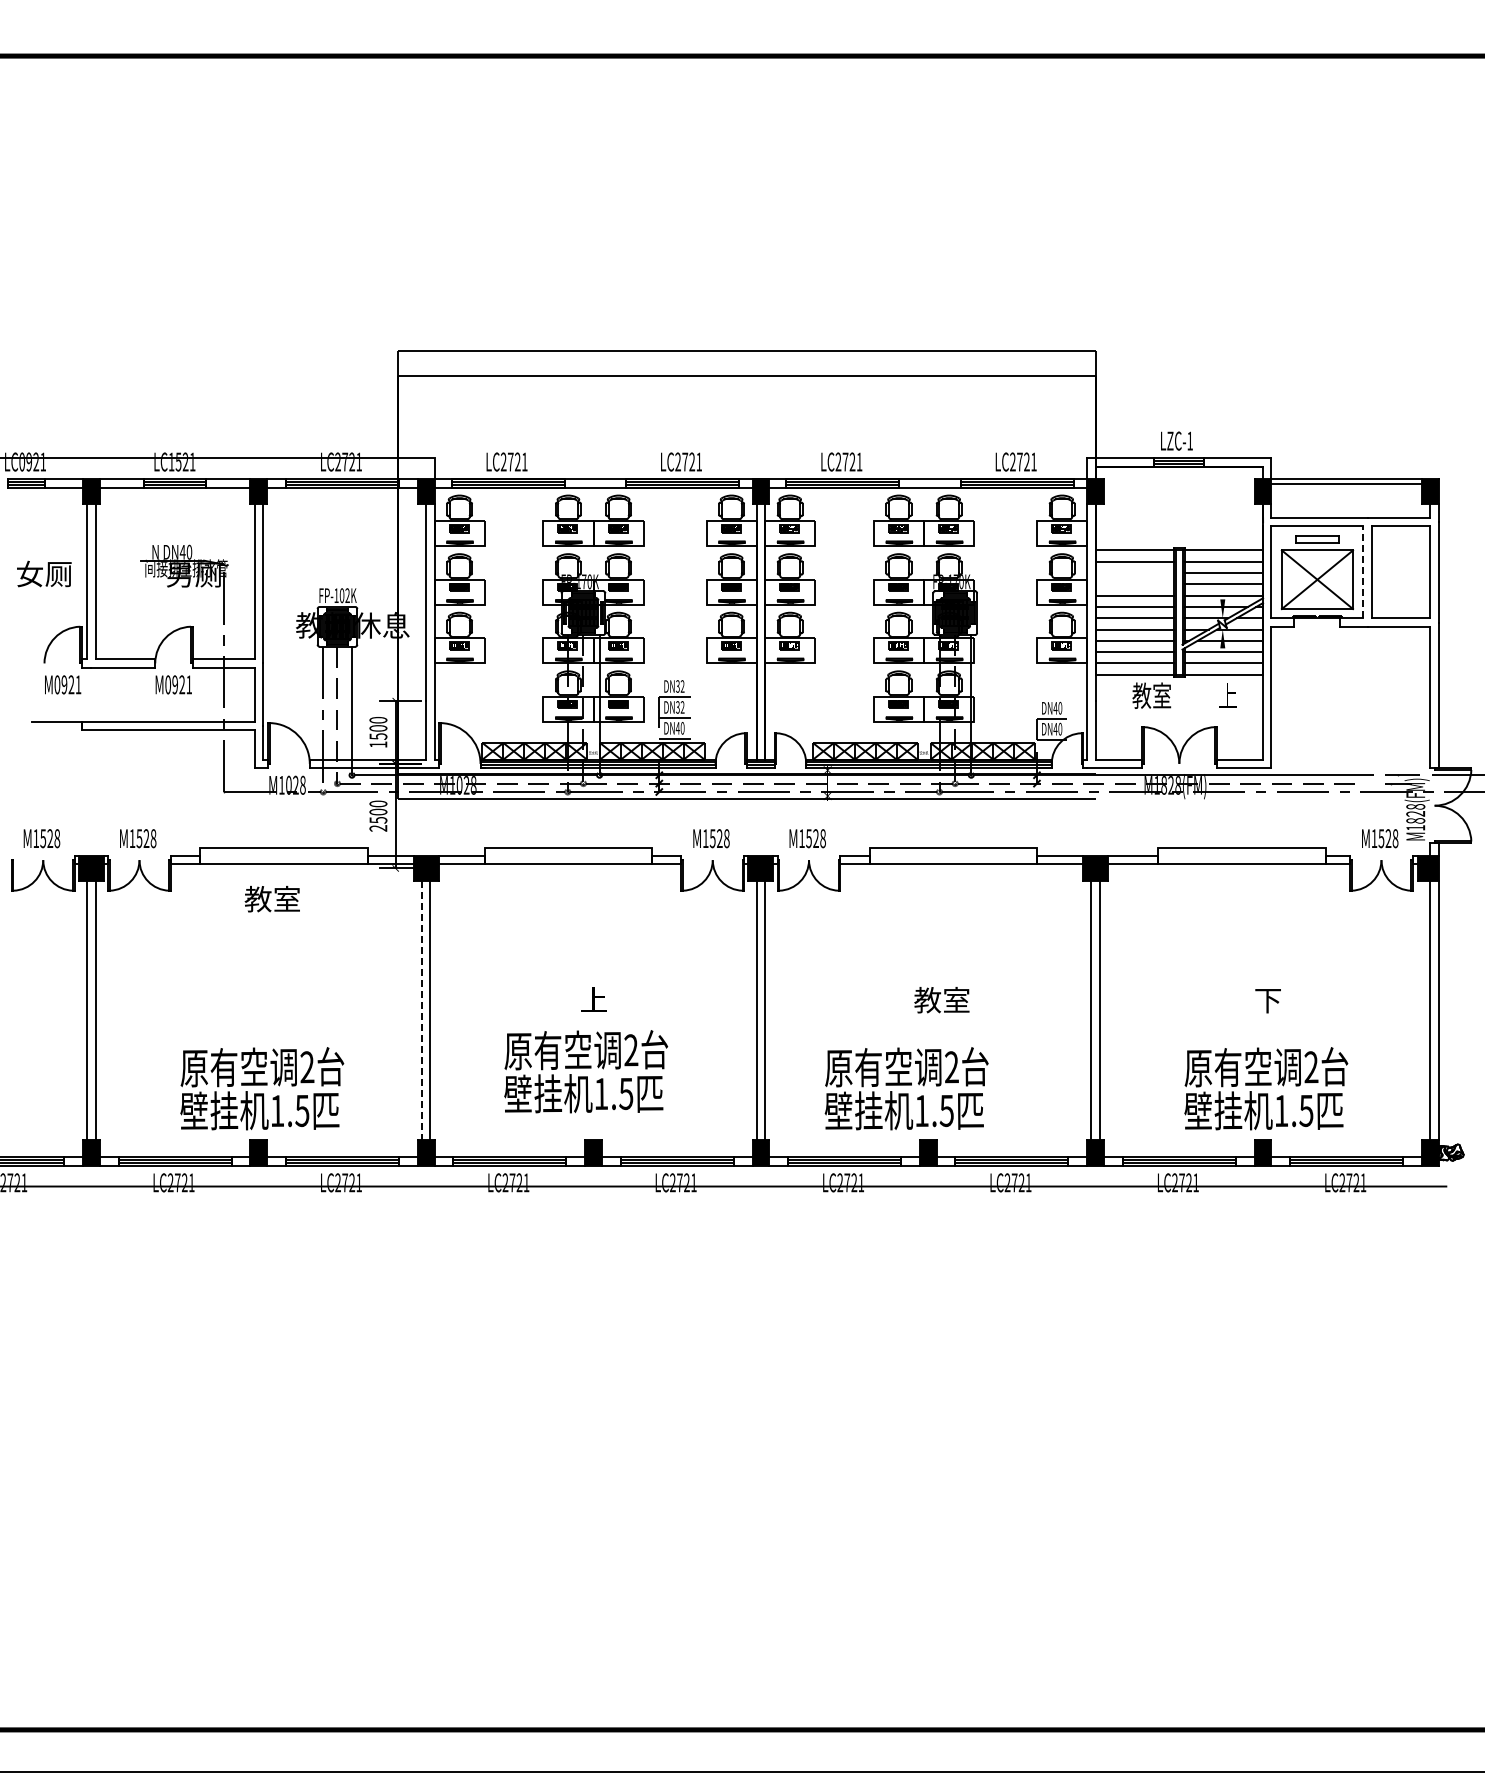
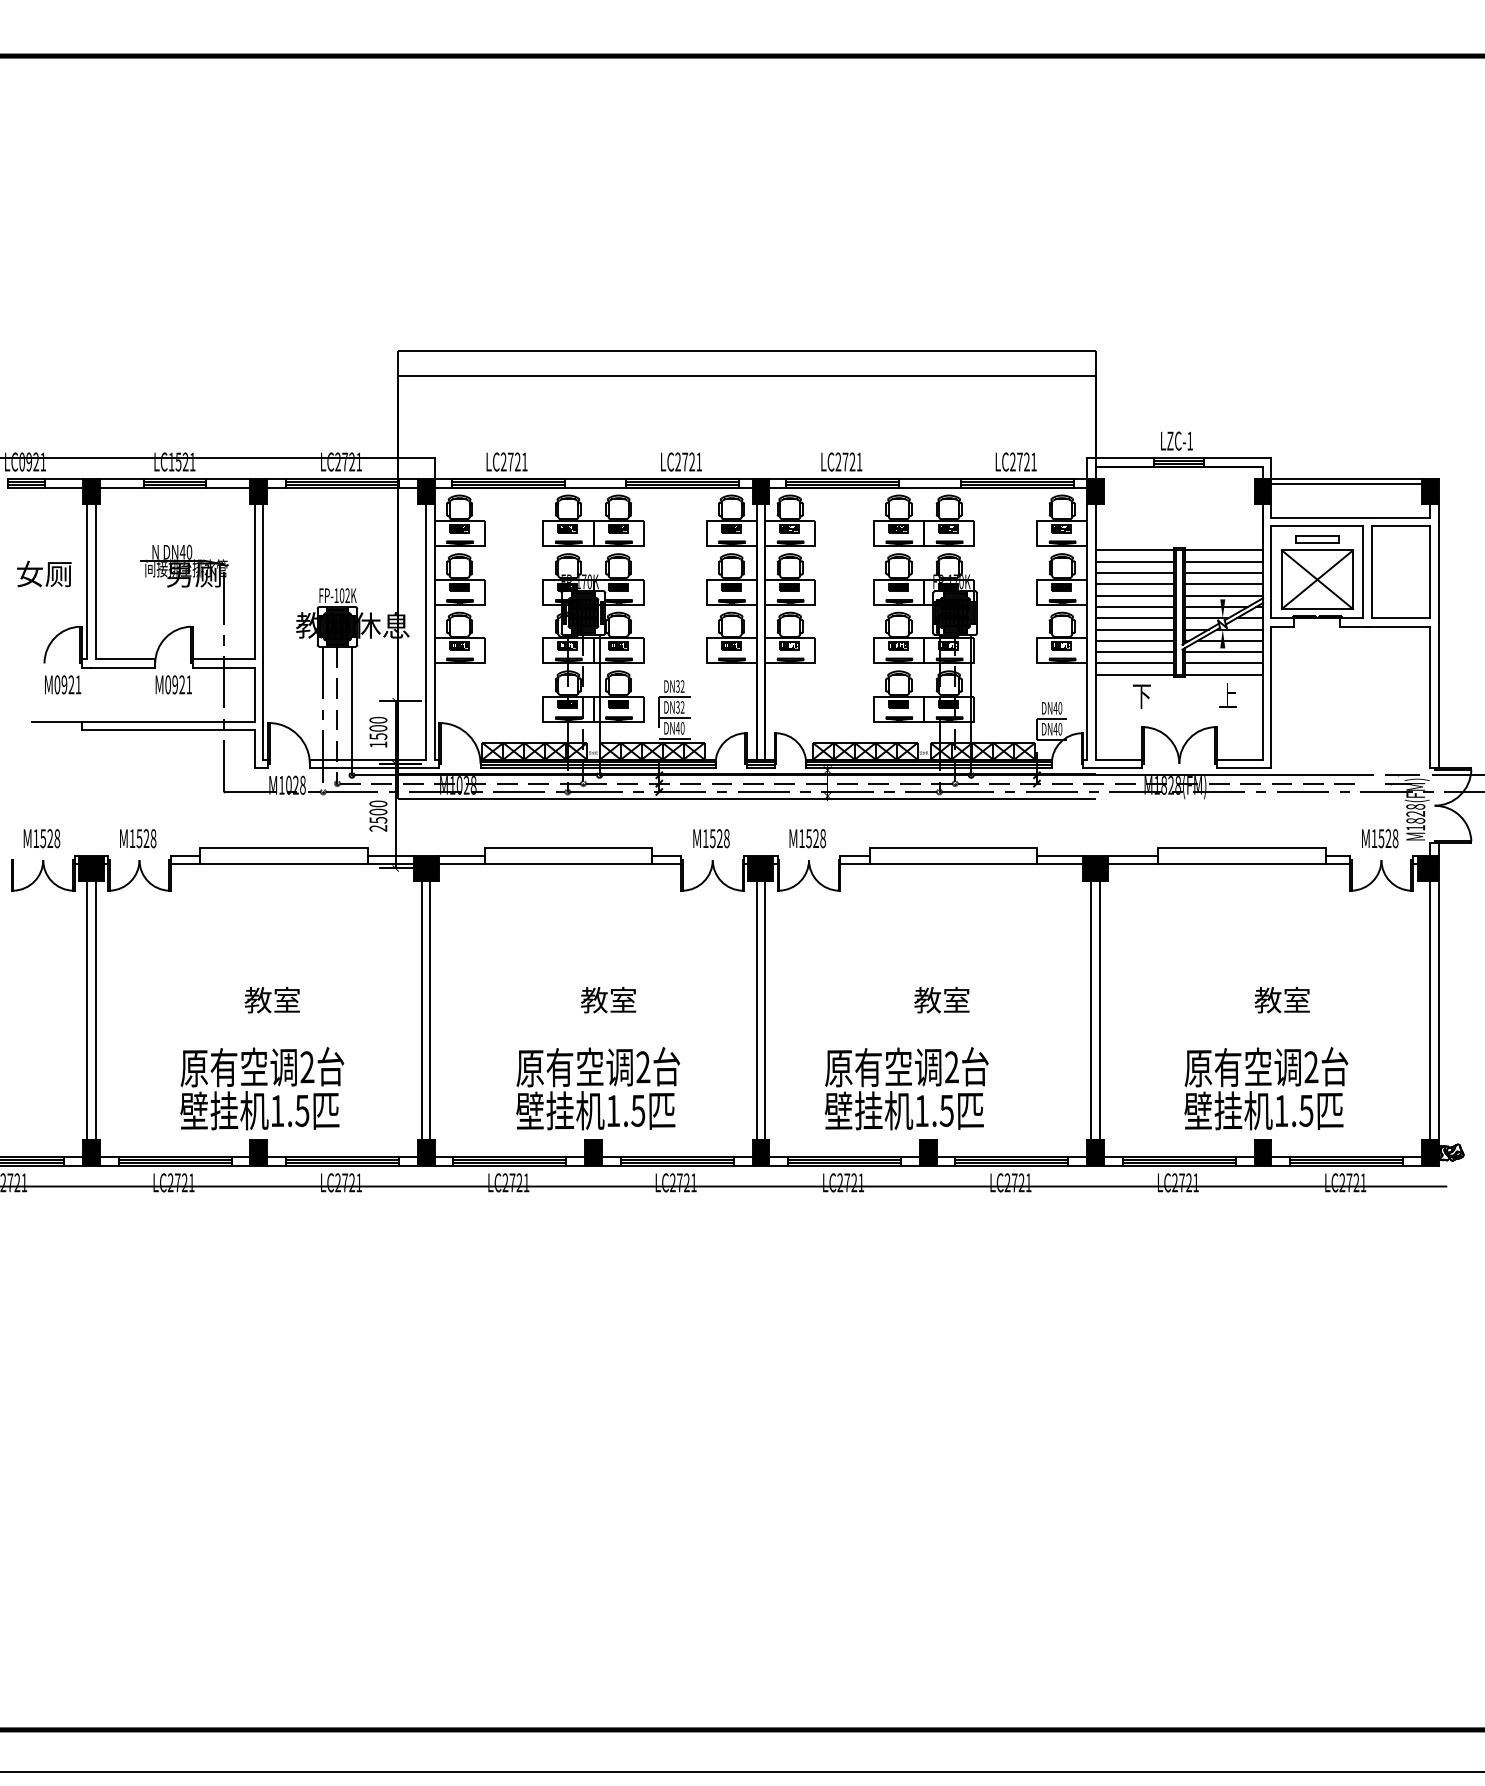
line at (1363, 571): dashed -> solid
line at (1134, 573): none -> present
line at (1134, 584): none -> present
text at (1151, 695): 教室 -> 下
text at (271, 899) position: (271, 899) -> (271, 1000)
text at (608, 999): 上 -> 教室
text at (1281, 999): 下 -> 教室
line at (421, 1010): dashed -> solid
text at (586, 1071) position: (586, 1071) -> (598, 1088)
